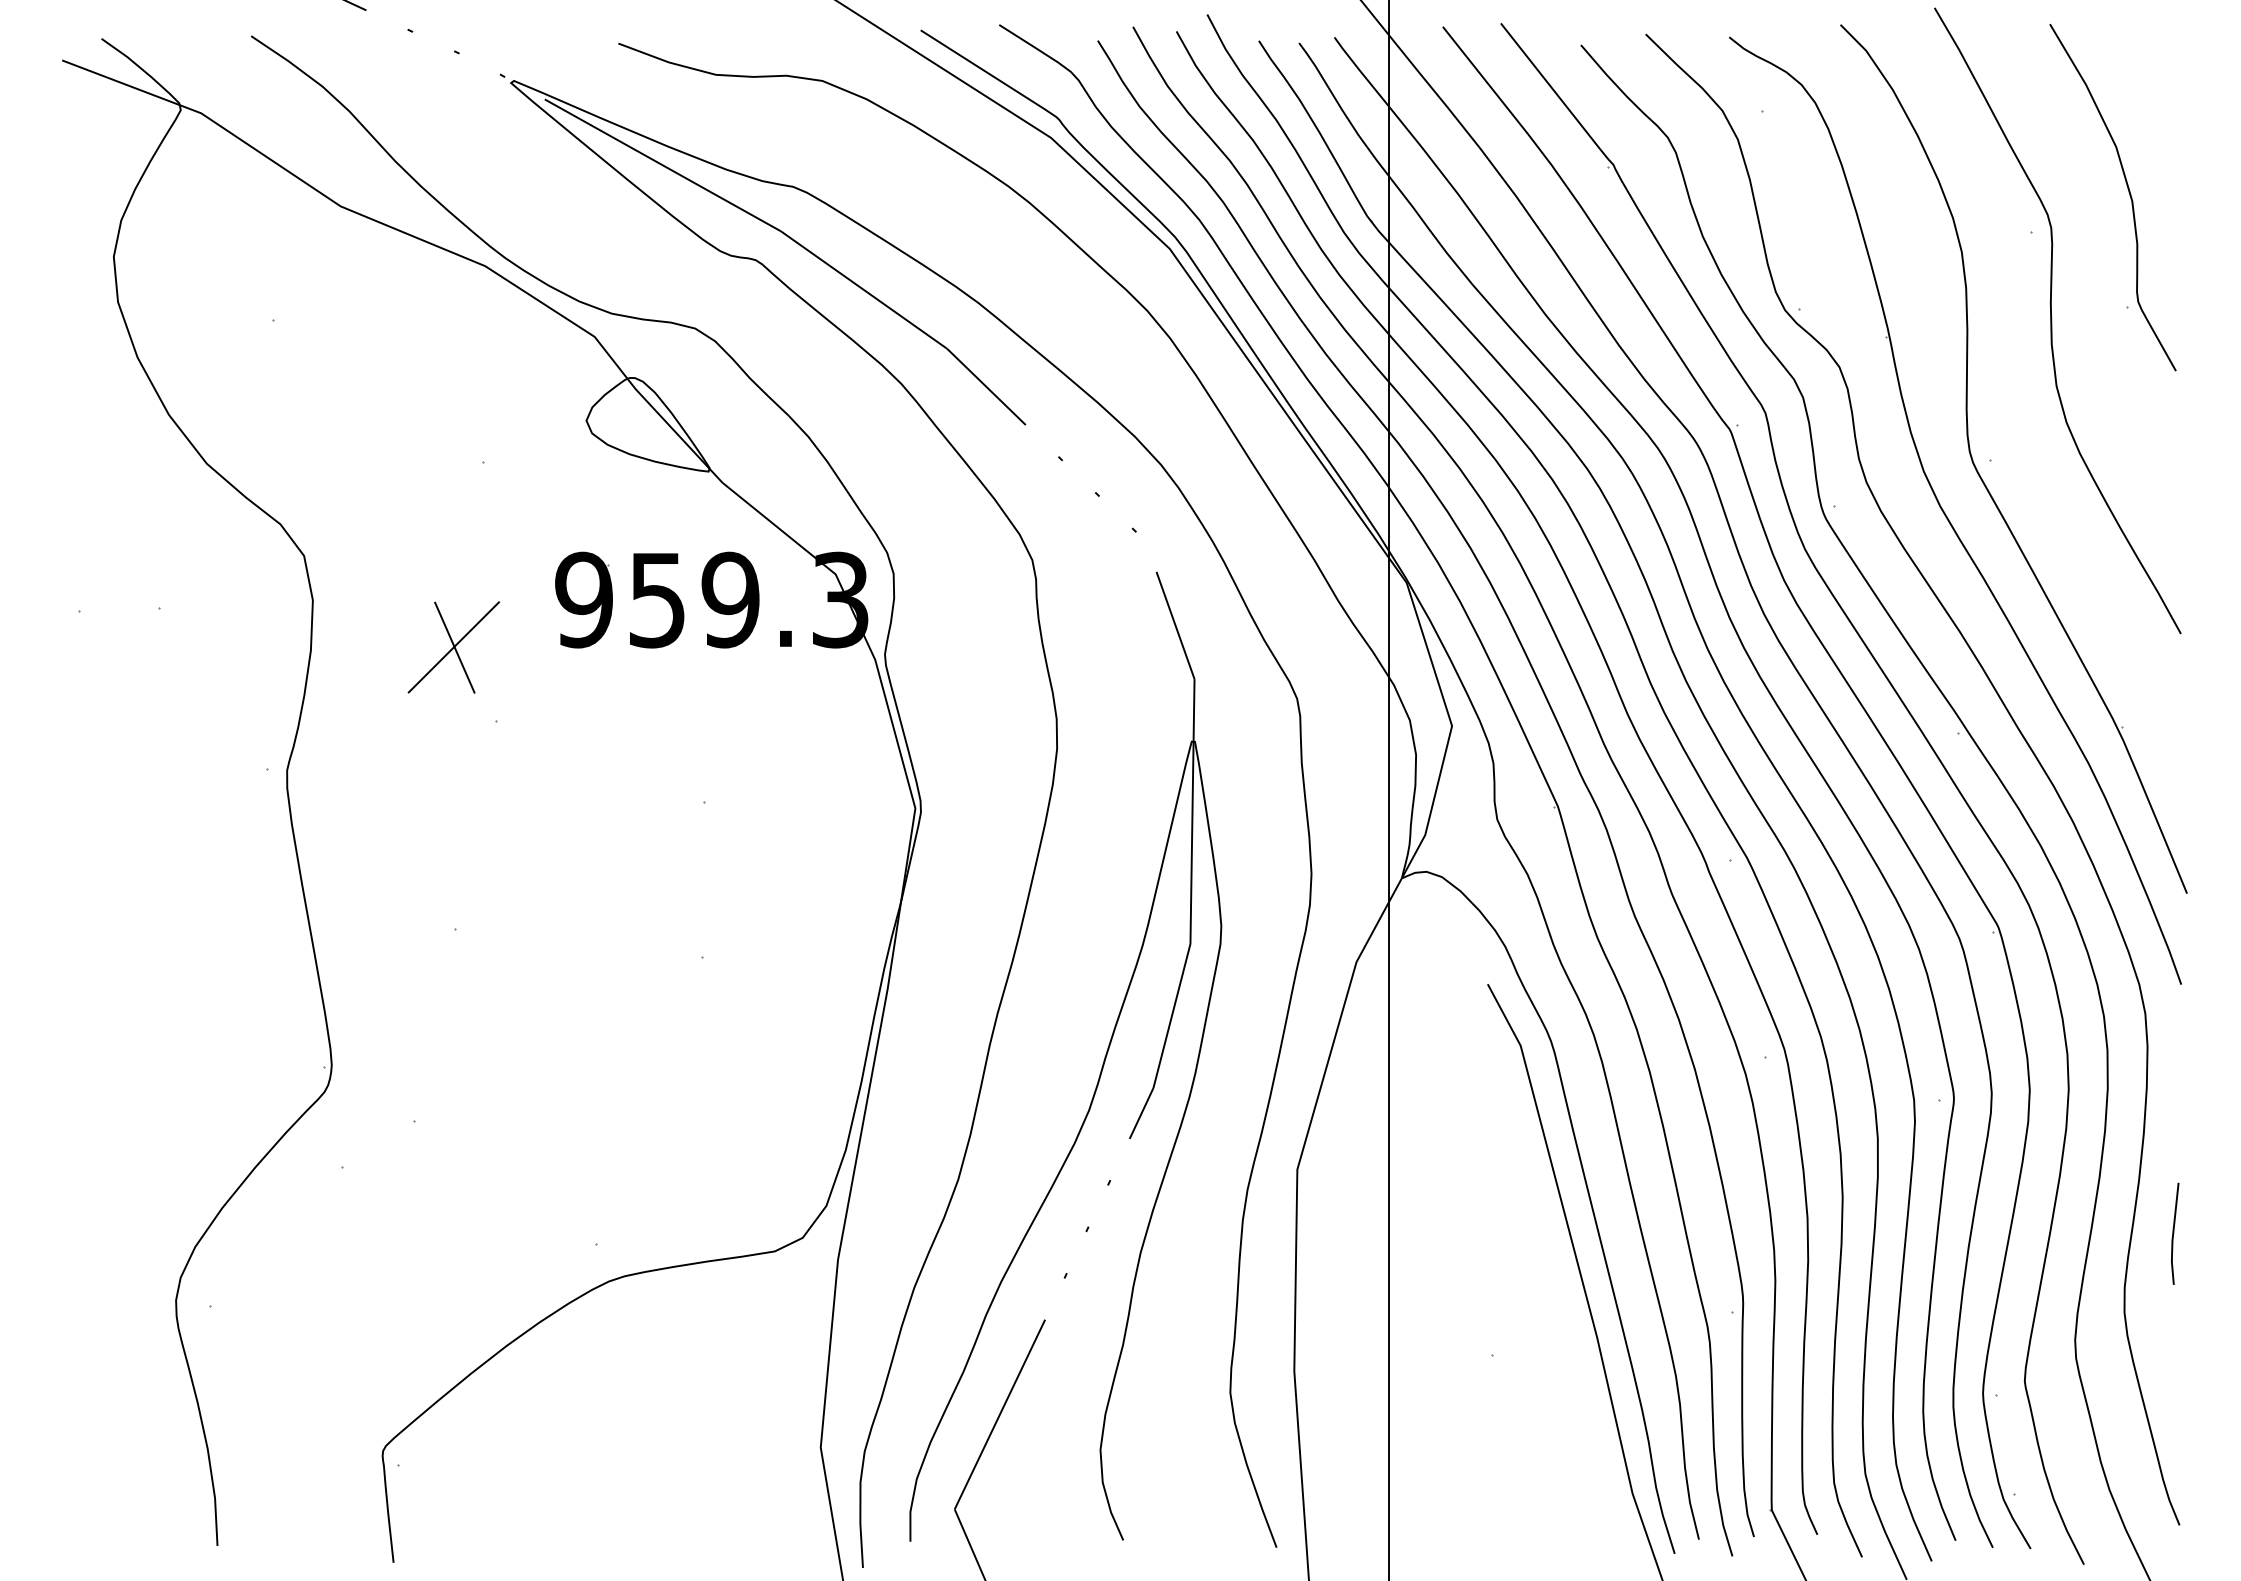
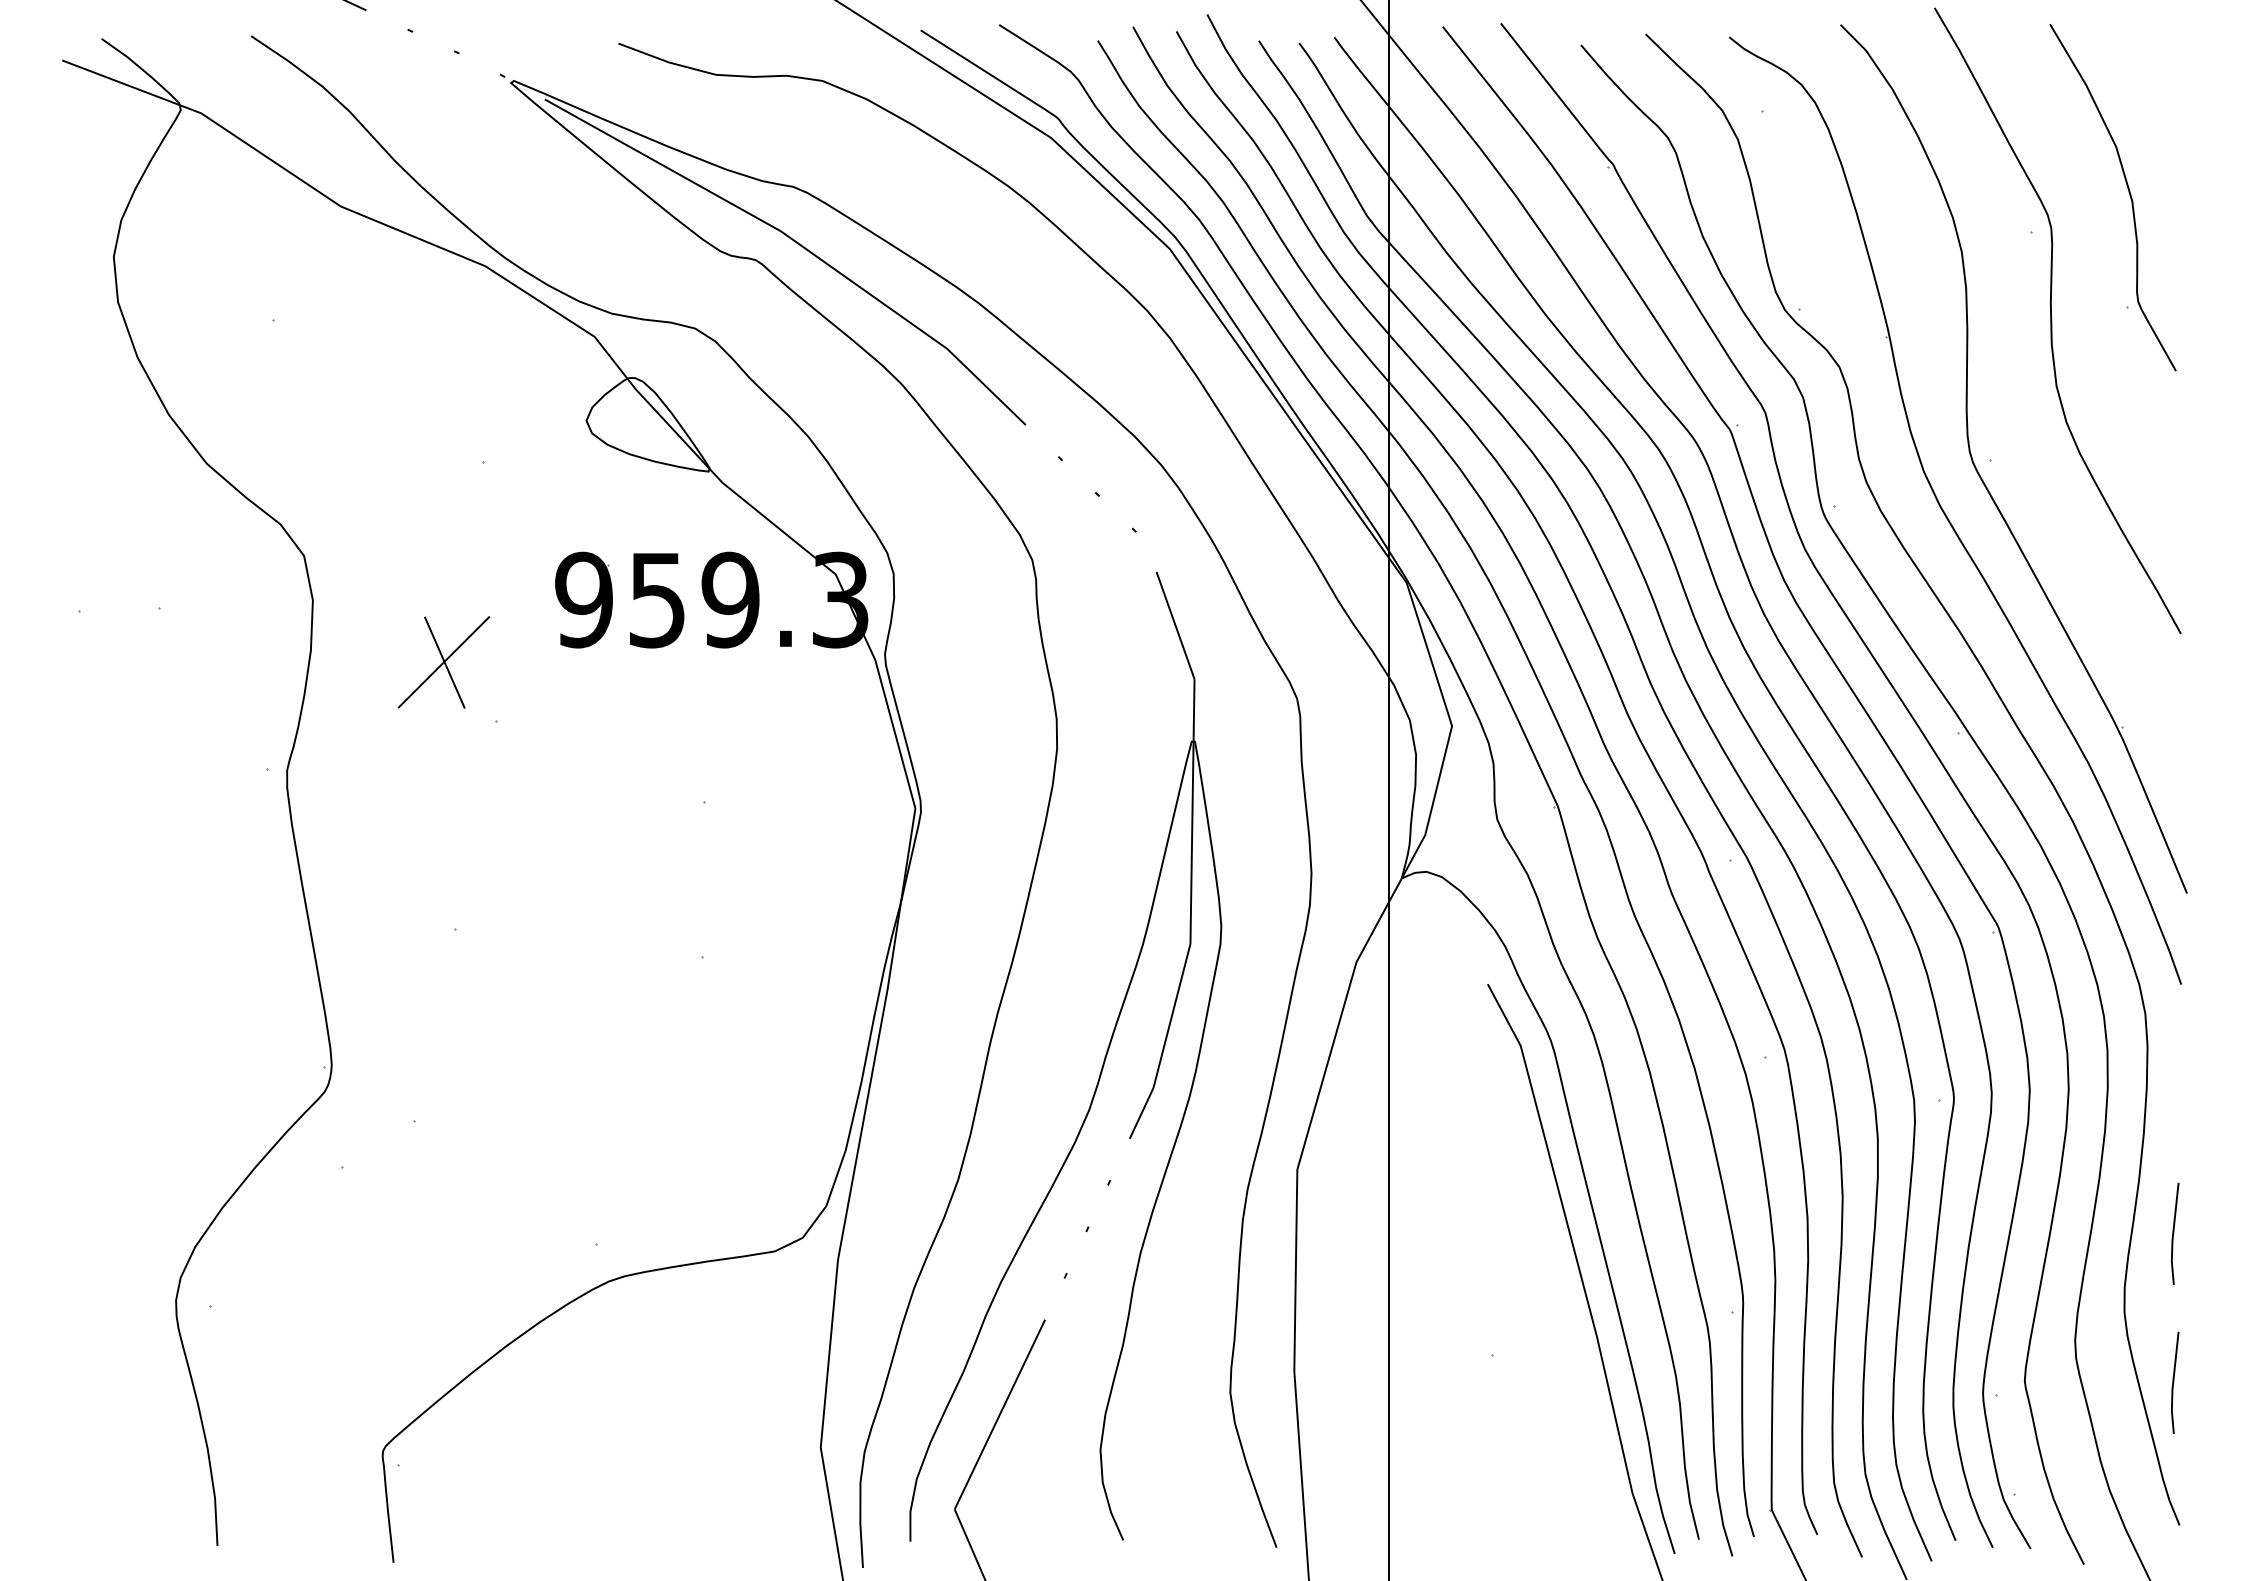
part at (453, 647) position: (453, 647) -> (443, 662)
line at (2174, 1382): none -> present
